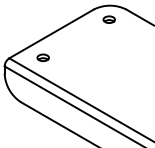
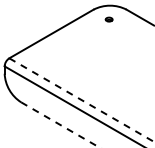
part at (108, 19) size: 14x9 px -> 10x7 px
part at (42, 57): present -> none
line at (81, 100): solid -> dashed
line at (60, 125): solid -> dashed
